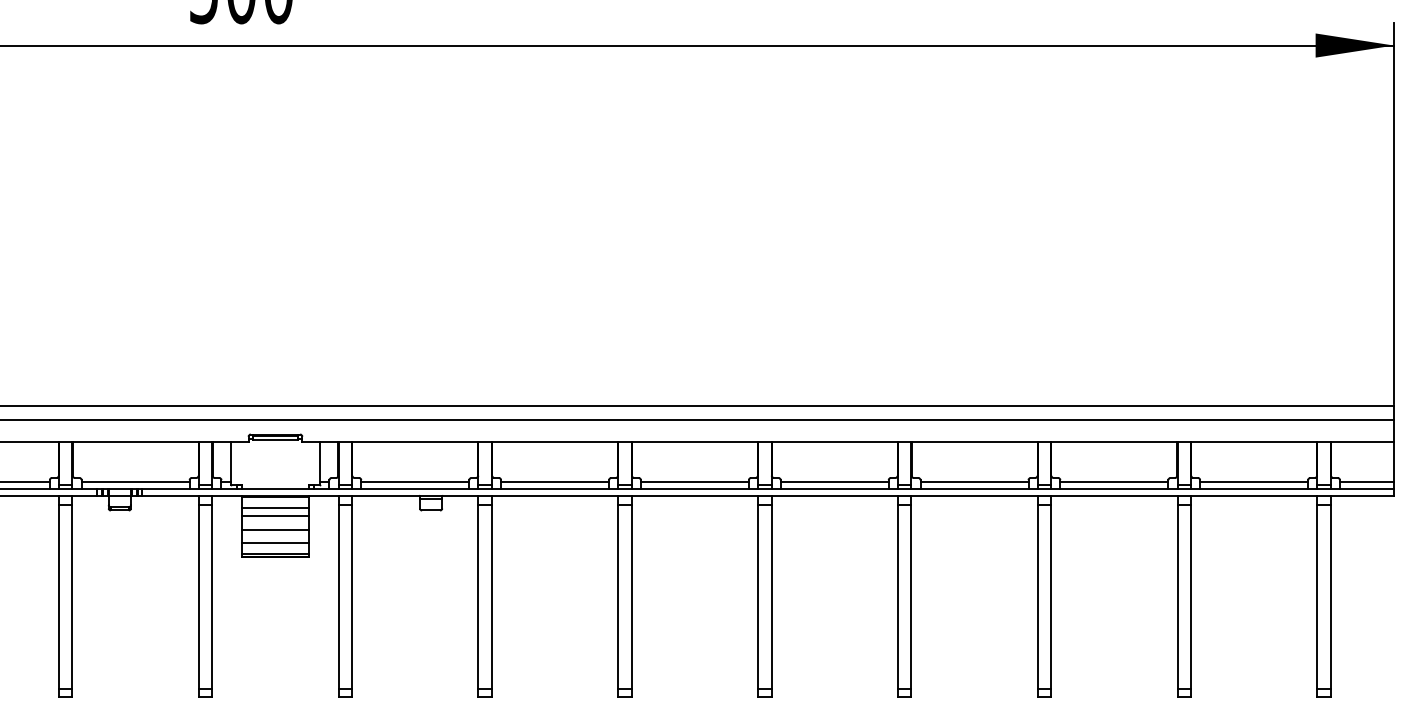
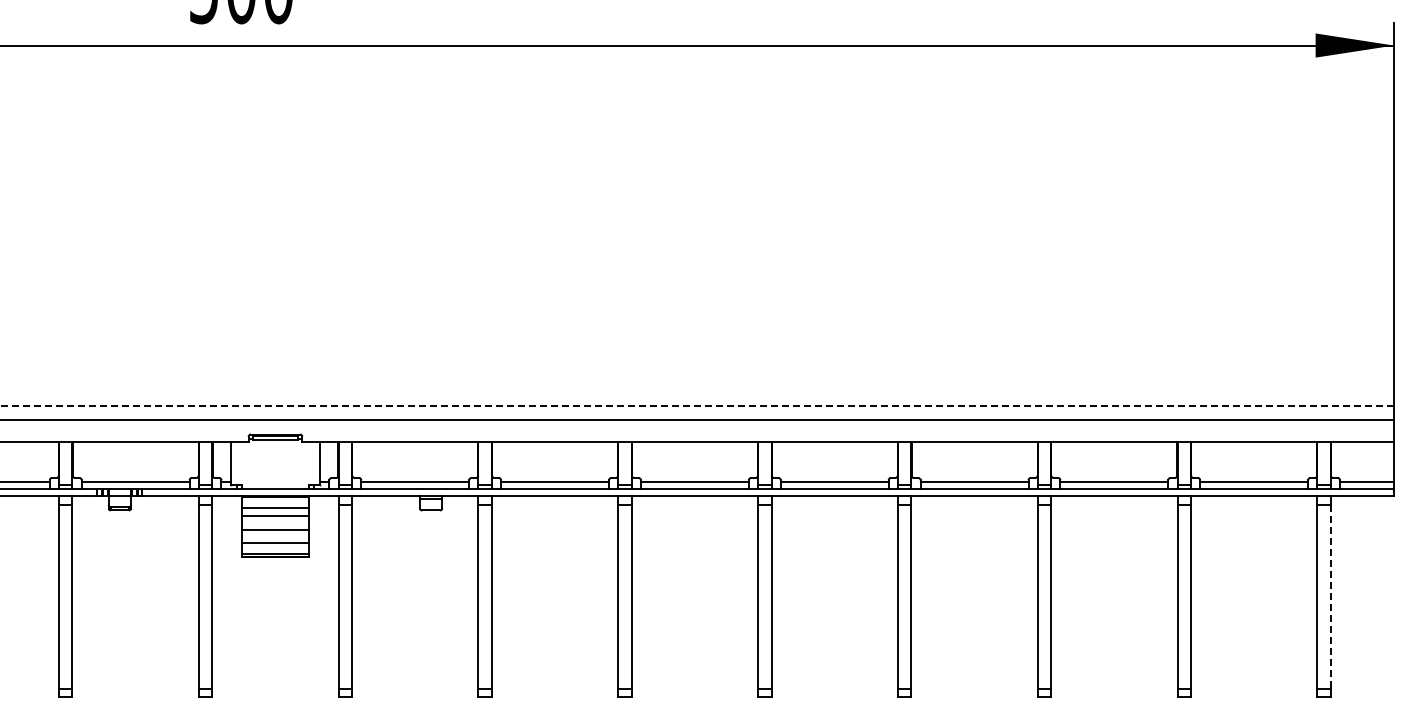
line at (696, 406): solid -> dashed
line at (1330, 596): solid -> dashed
